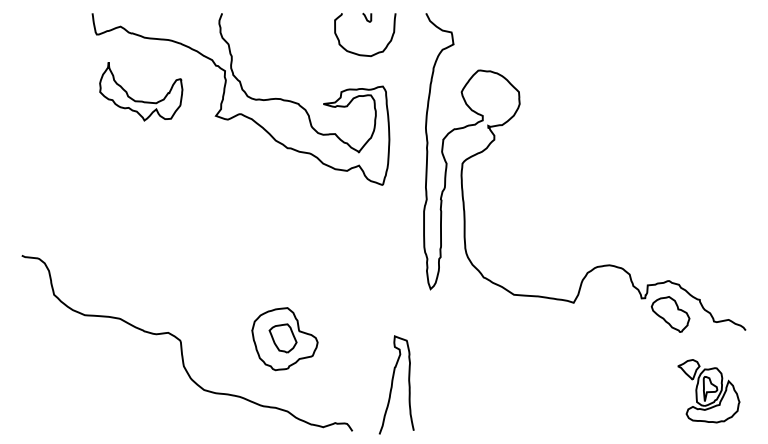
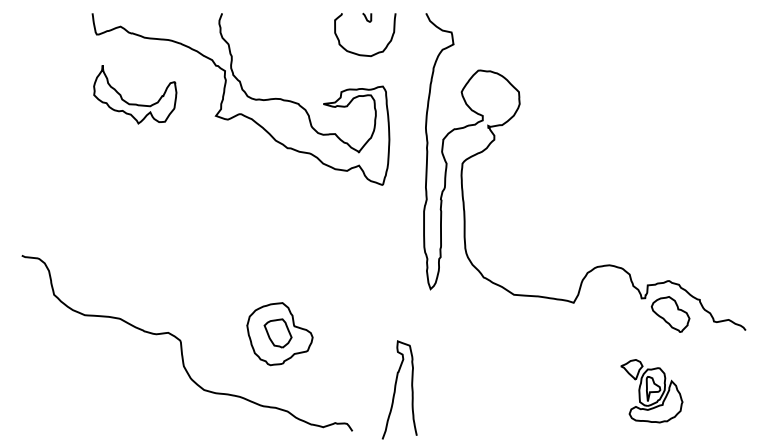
part at (141, 100) position: (141, 100) -> (135, 103)
part at (284, 339) position: (284, 339) -> (279, 334)
curve at (393, 382) position: (393, 382) -> (396, 387)
part at (708, 391) position: (708, 391) -> (651, 391)
